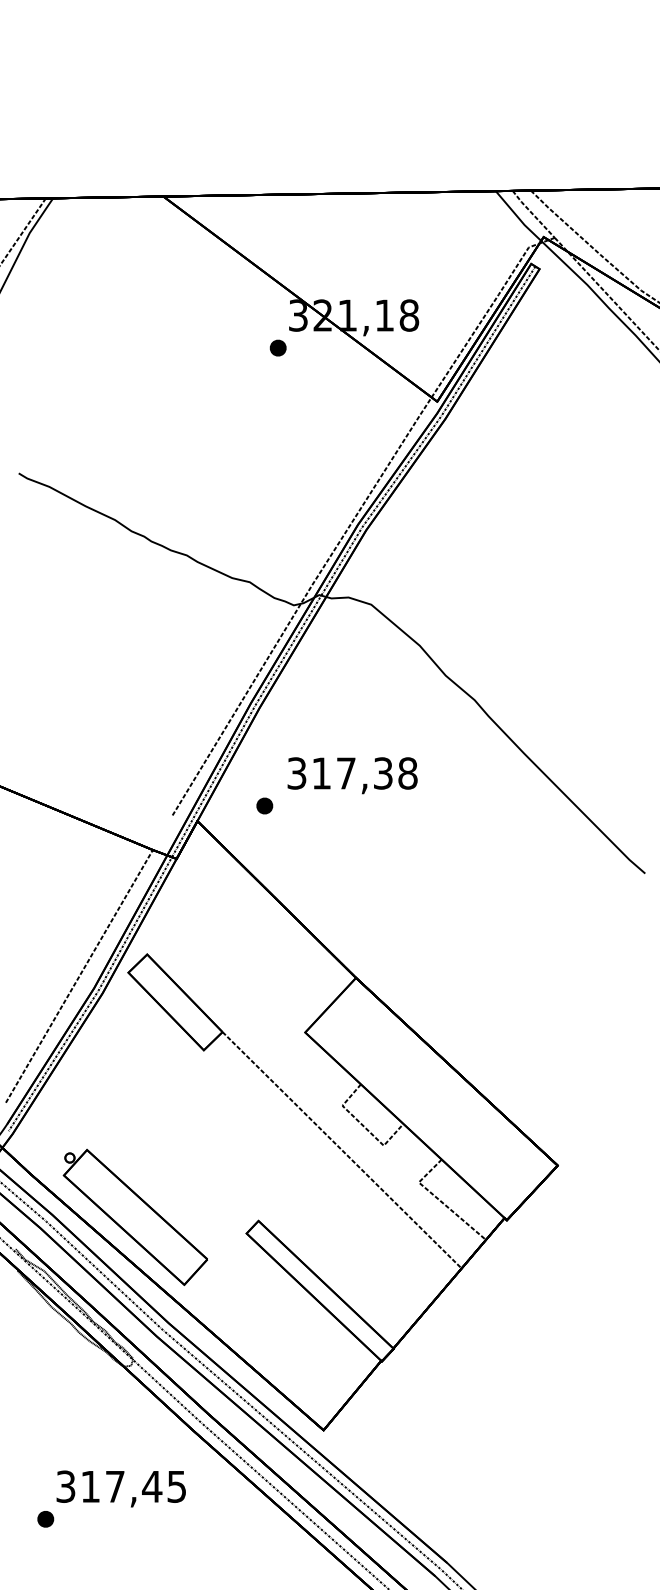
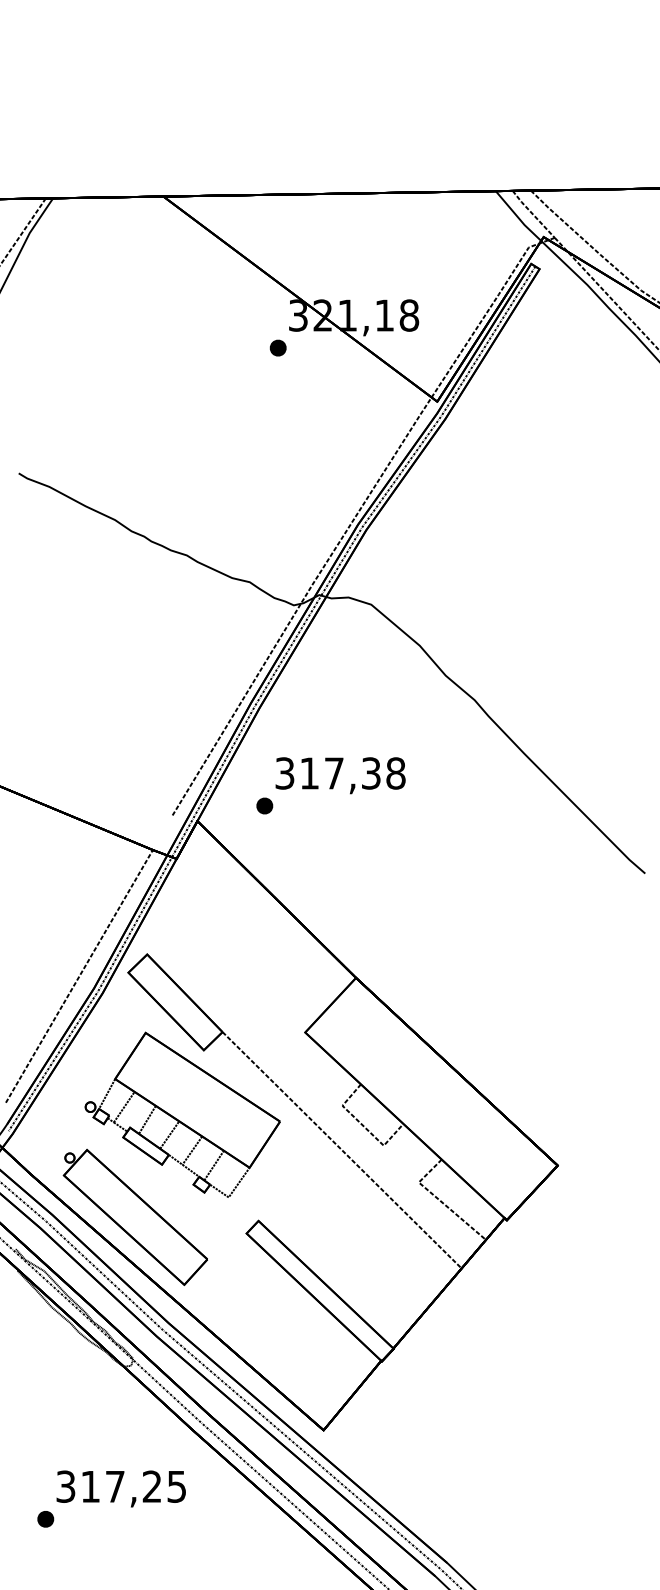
text at (352, 775) position: (352, 775) -> (340, 775)
part at (182, 1114): none -> present
text at (152, 1486): 317,45 -> 317,25
